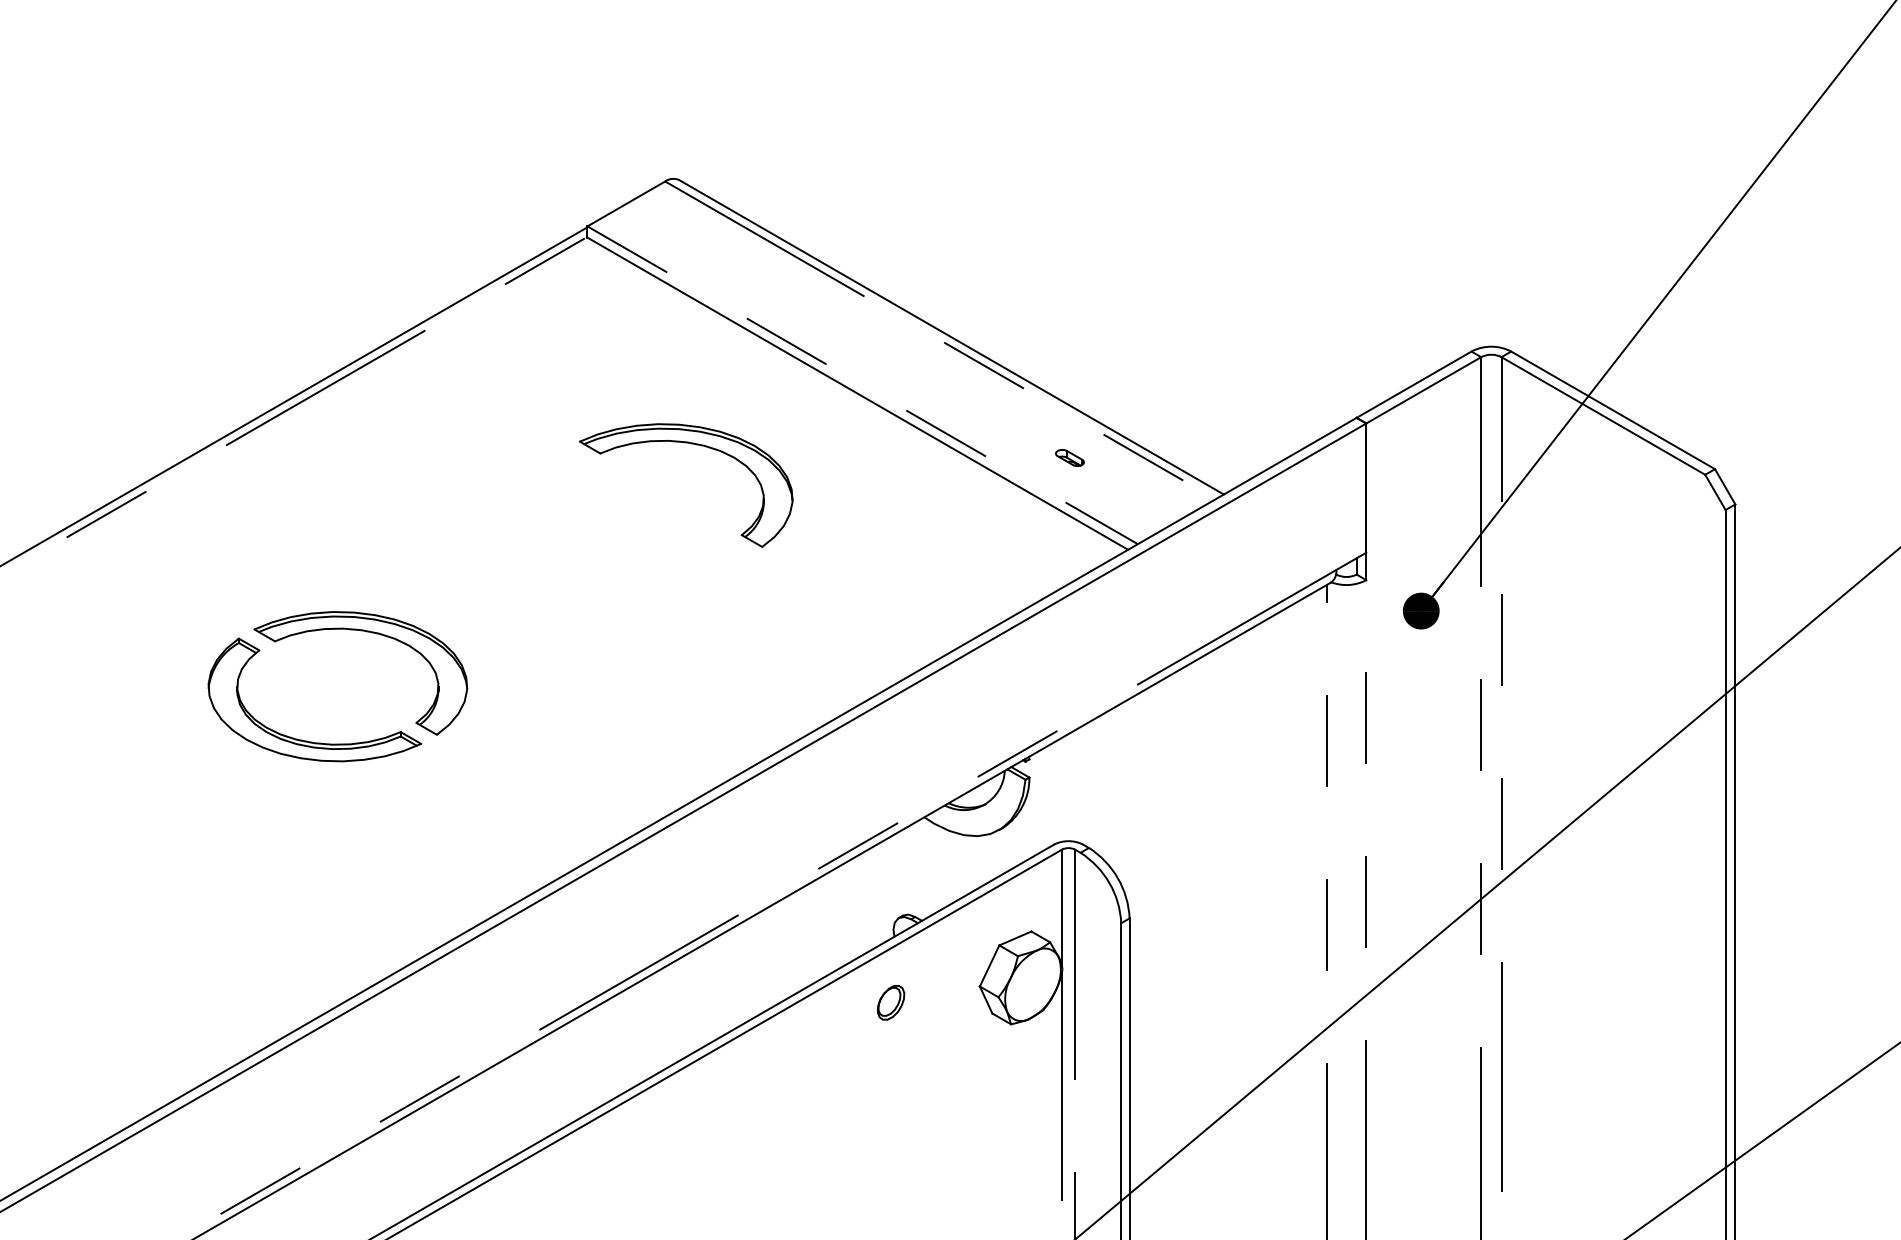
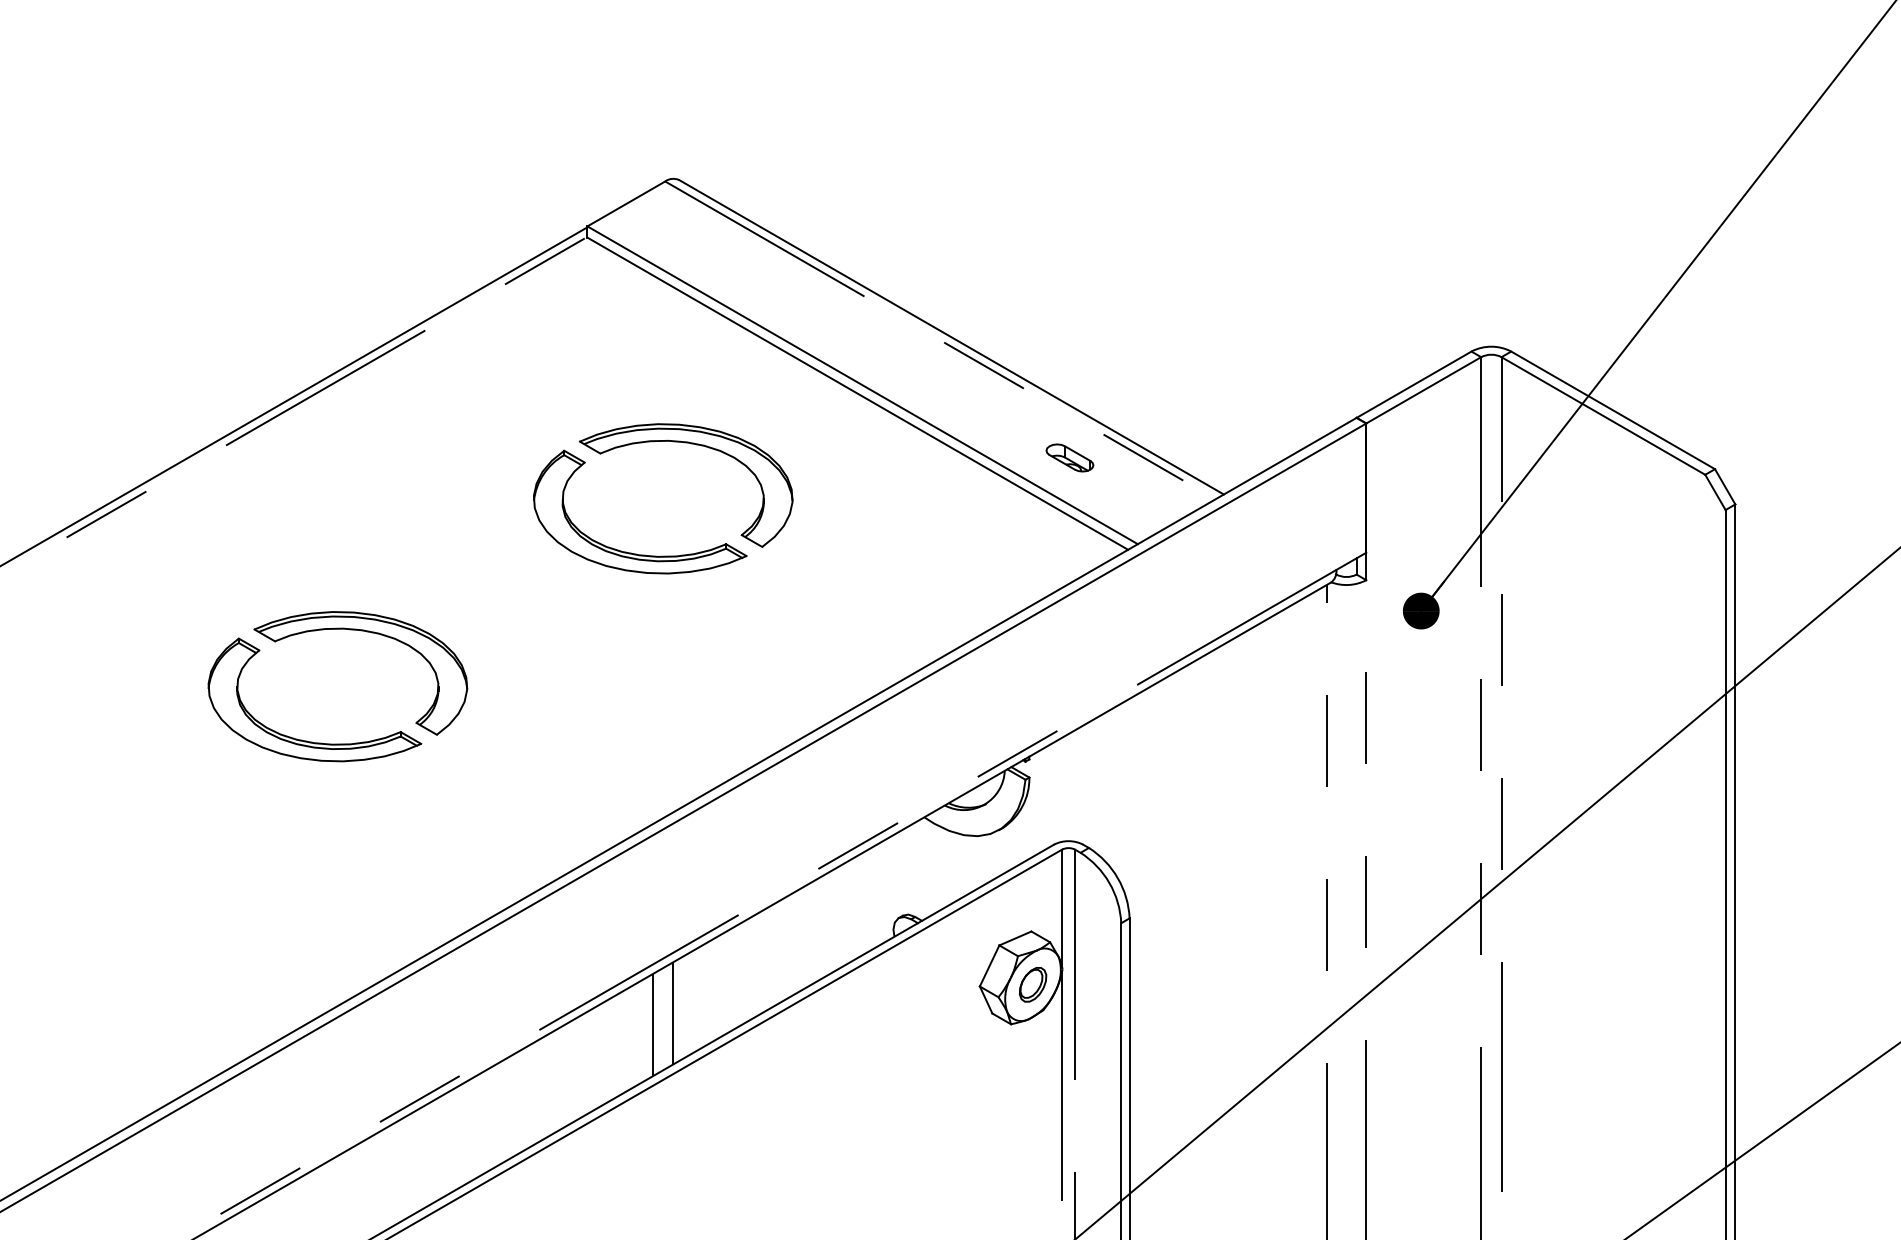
line at (862, 385): dashed -> solid
part at (1069, 457) size: 30x18 px -> 50x30 px
part at (631, 552): none -> present
part at (891, 1002) position: (891, 1002) -> (1033, 984)
line at (673, 1013): none -> present
line at (653, 1024): none -> present
